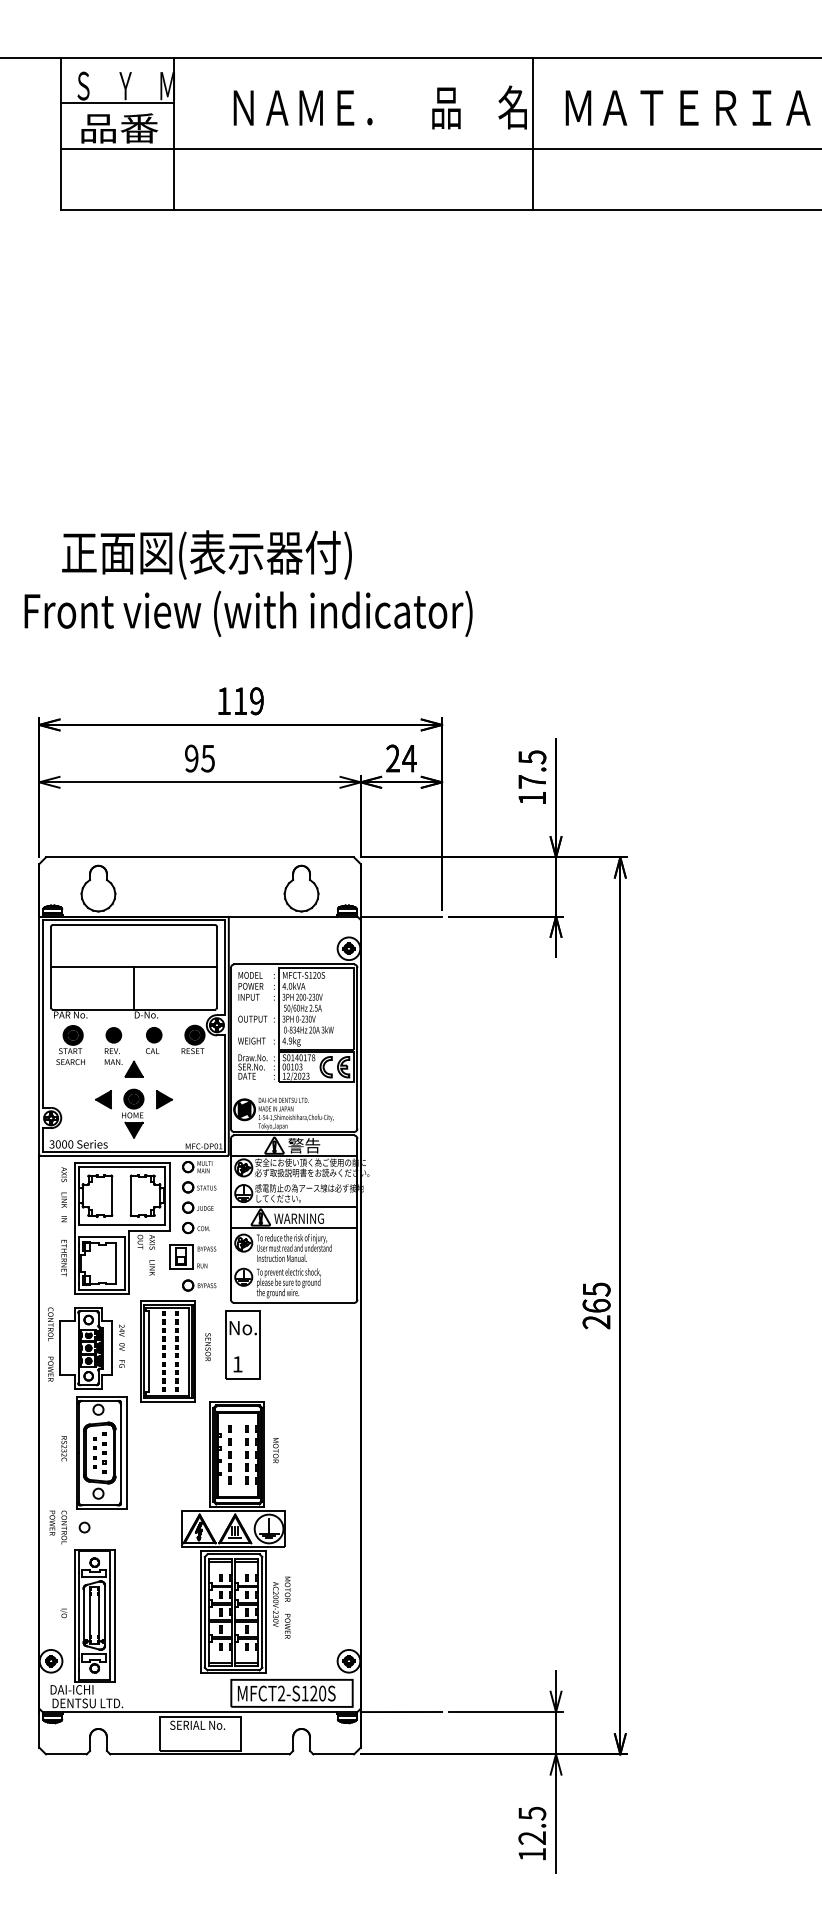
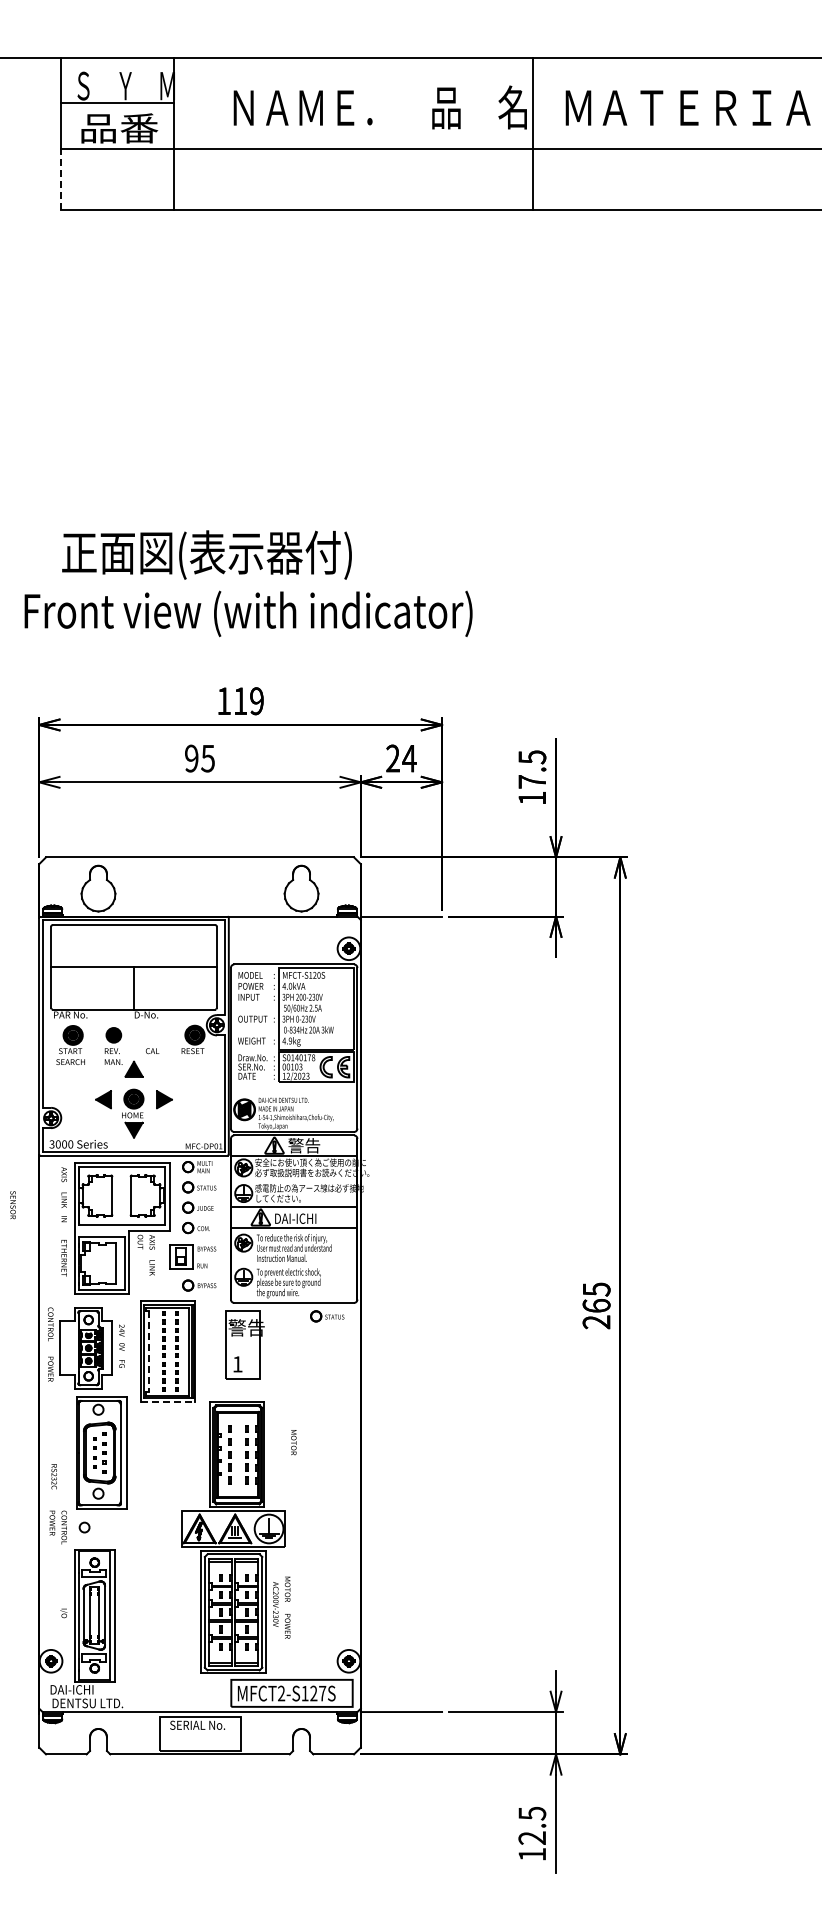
line at (61, 178): solid -> dashed
fill at (153, 1034): present -> none
text at (298, 1218): WARNING -> DAI-ICHI
part at (327, 1316): none -> present
text at (246, 1327): No. -> 警告
text at (207, 1347) position: (207, 1347) -> (12, 1205)
line at (149, 1352): solid -> dashed
line at (168, 1402): solid -> dashed
text at (63, 1448) position: (63, 1448) -> (53, 1476)
text at (275, 1450) position: (275, 1450) -> (293, 1442)
text at (322, 1693): MFCT2-S120S -> MFCT2-S127S
